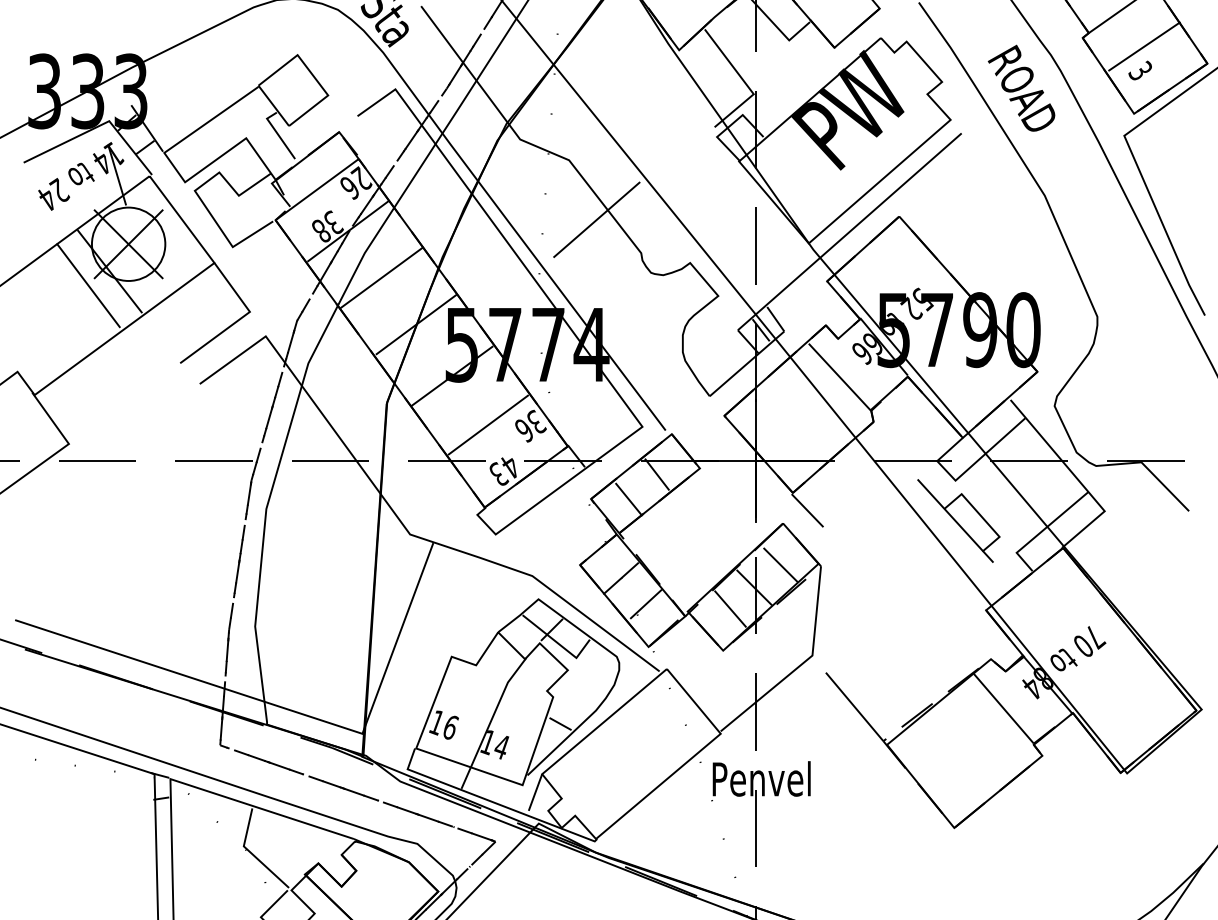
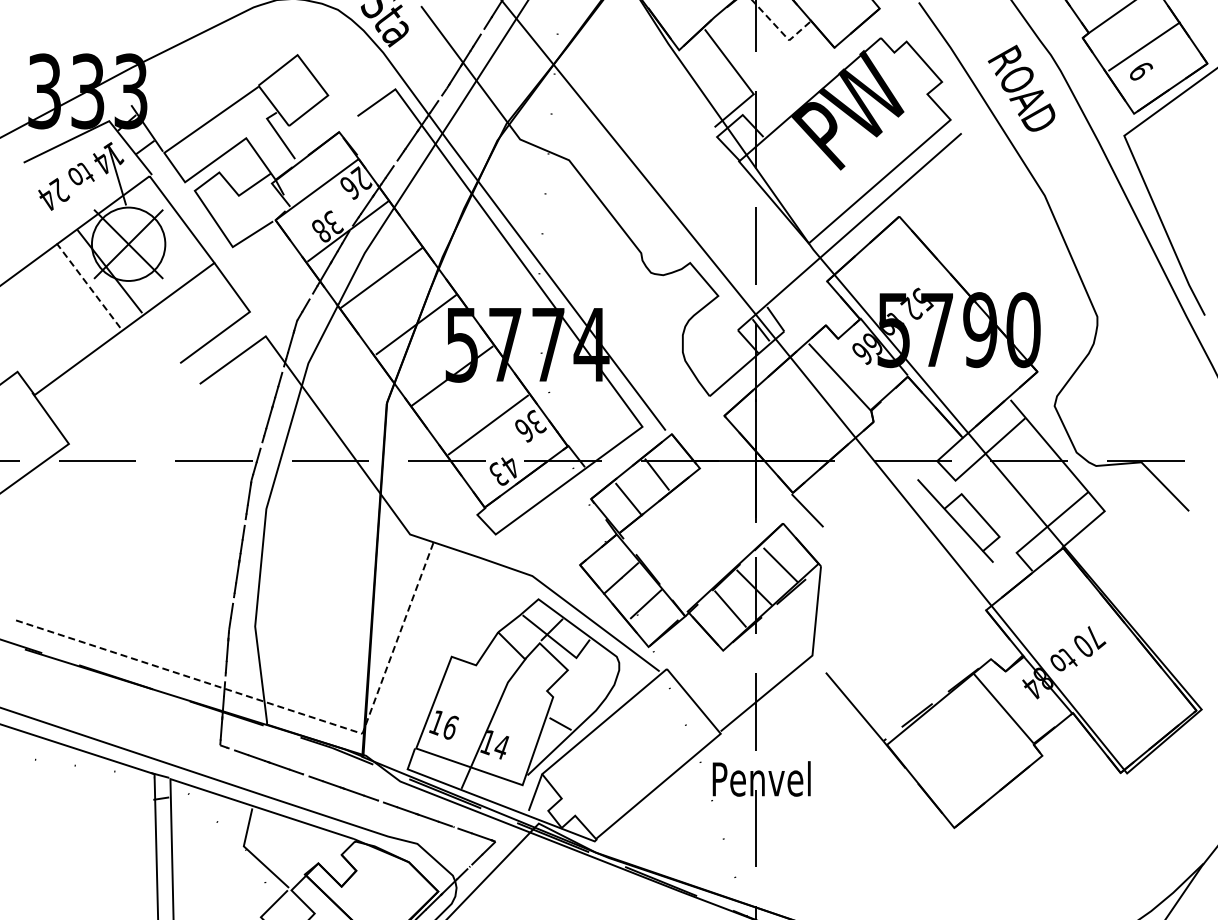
line at (780, 30): solid -> dashed
text at (1140, 70): 3 -> 6
line at (596, 219): present -> none
line at (88, 285): solid -> dashed
line at (285, 708): solid -> dashed
